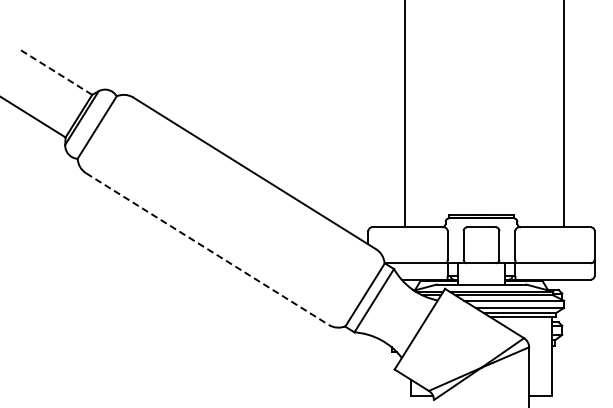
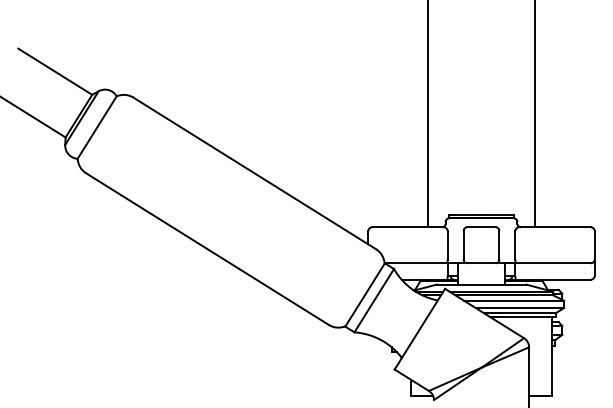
line at (55, 71): dashed -> solid
line at (404, 114) position: (404, 114) -> (427, 114)
line at (564, 114) position: (564, 114) -> (535, 114)
line at (207, 249): dashed -> solid
